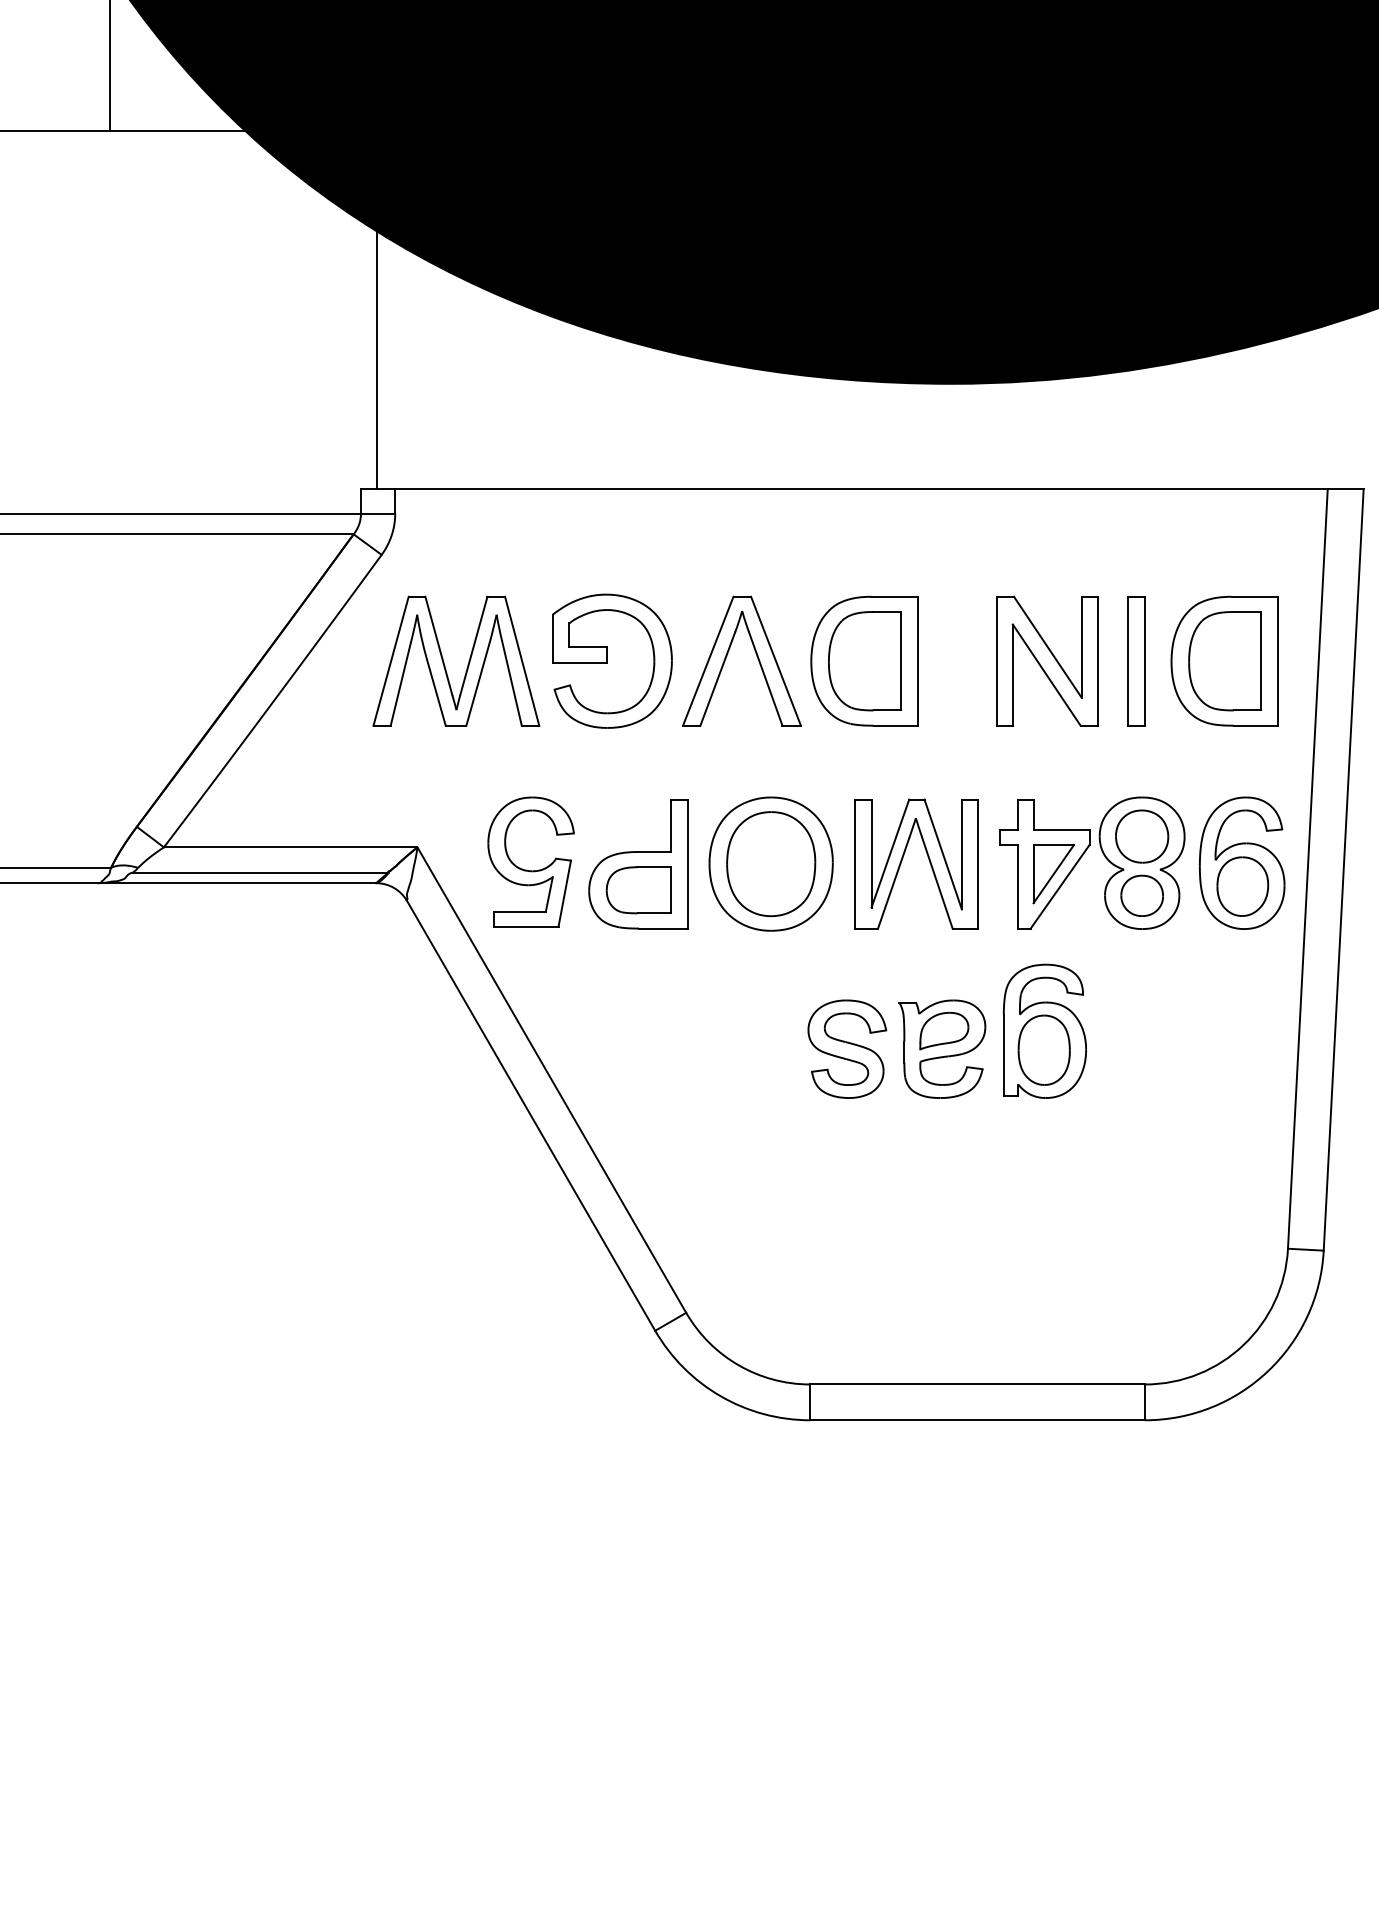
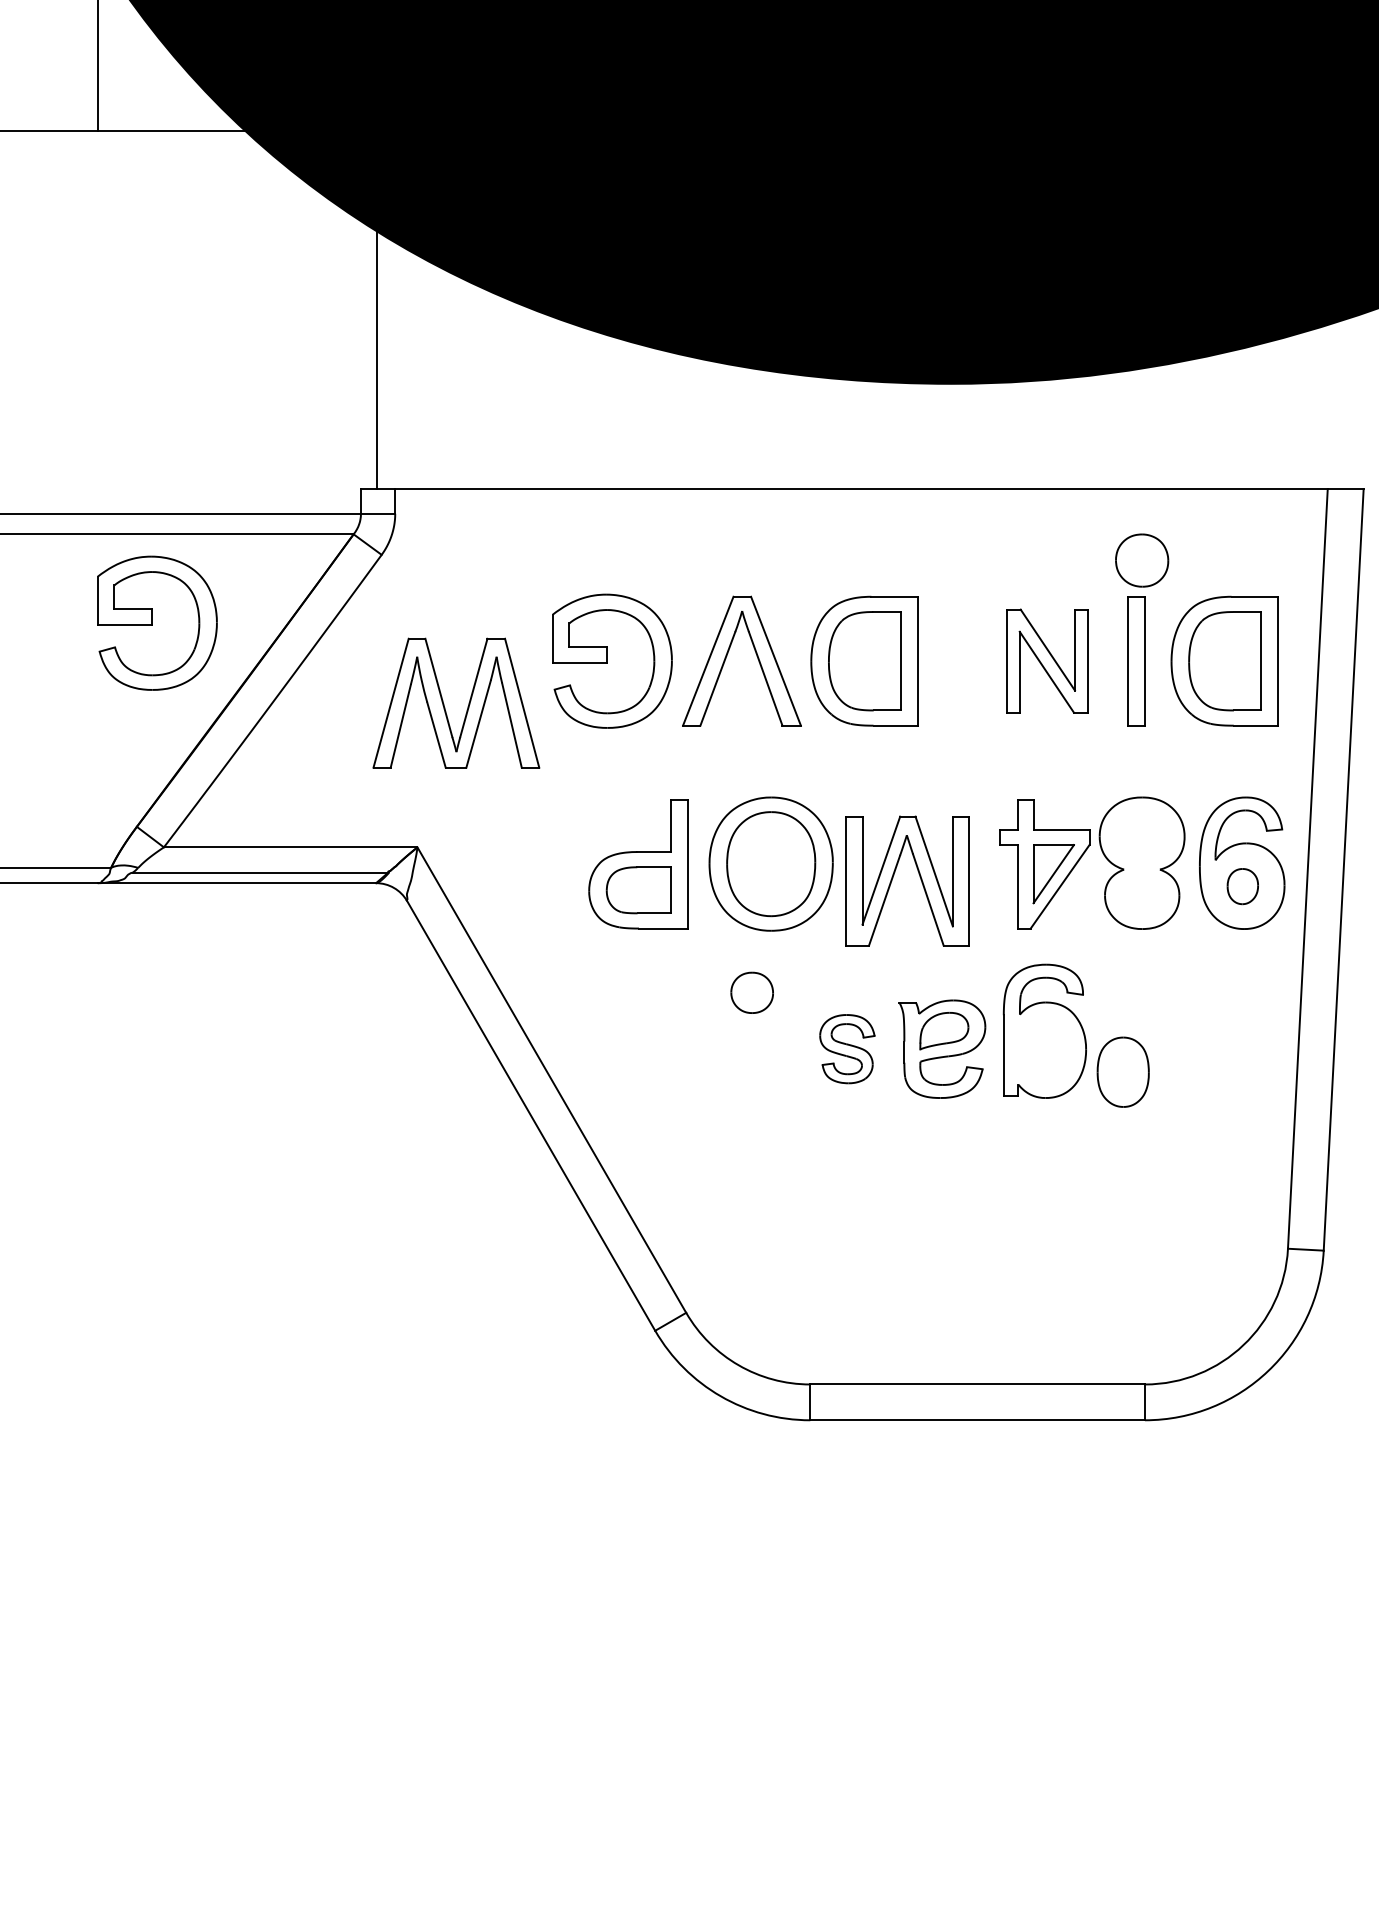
line at (110, 66) position: (110, 66) -> (98, 66)
part at (157, 622): none -> present
part at (1047, 660) size: 103x132 px -> 83x106 px
part at (467, 664) position: (467, 664) -> (467, 706)
part at (1142, 836) position: (1142, 836) -> (1142, 560)
part at (928, 860) position: (928, 860) -> (919, 877)
part at (526, 869): present -> none
part at (1242, 886) size: 54x61 px -> 33x38 px
part at (1141, 895) position: (1141, 895) -> (751, 992)
part at (847, 1048) size: 81x100 px -> 57x71 px
part at (1043, 1049) position: (1043, 1049) -> (1122, 1071)
